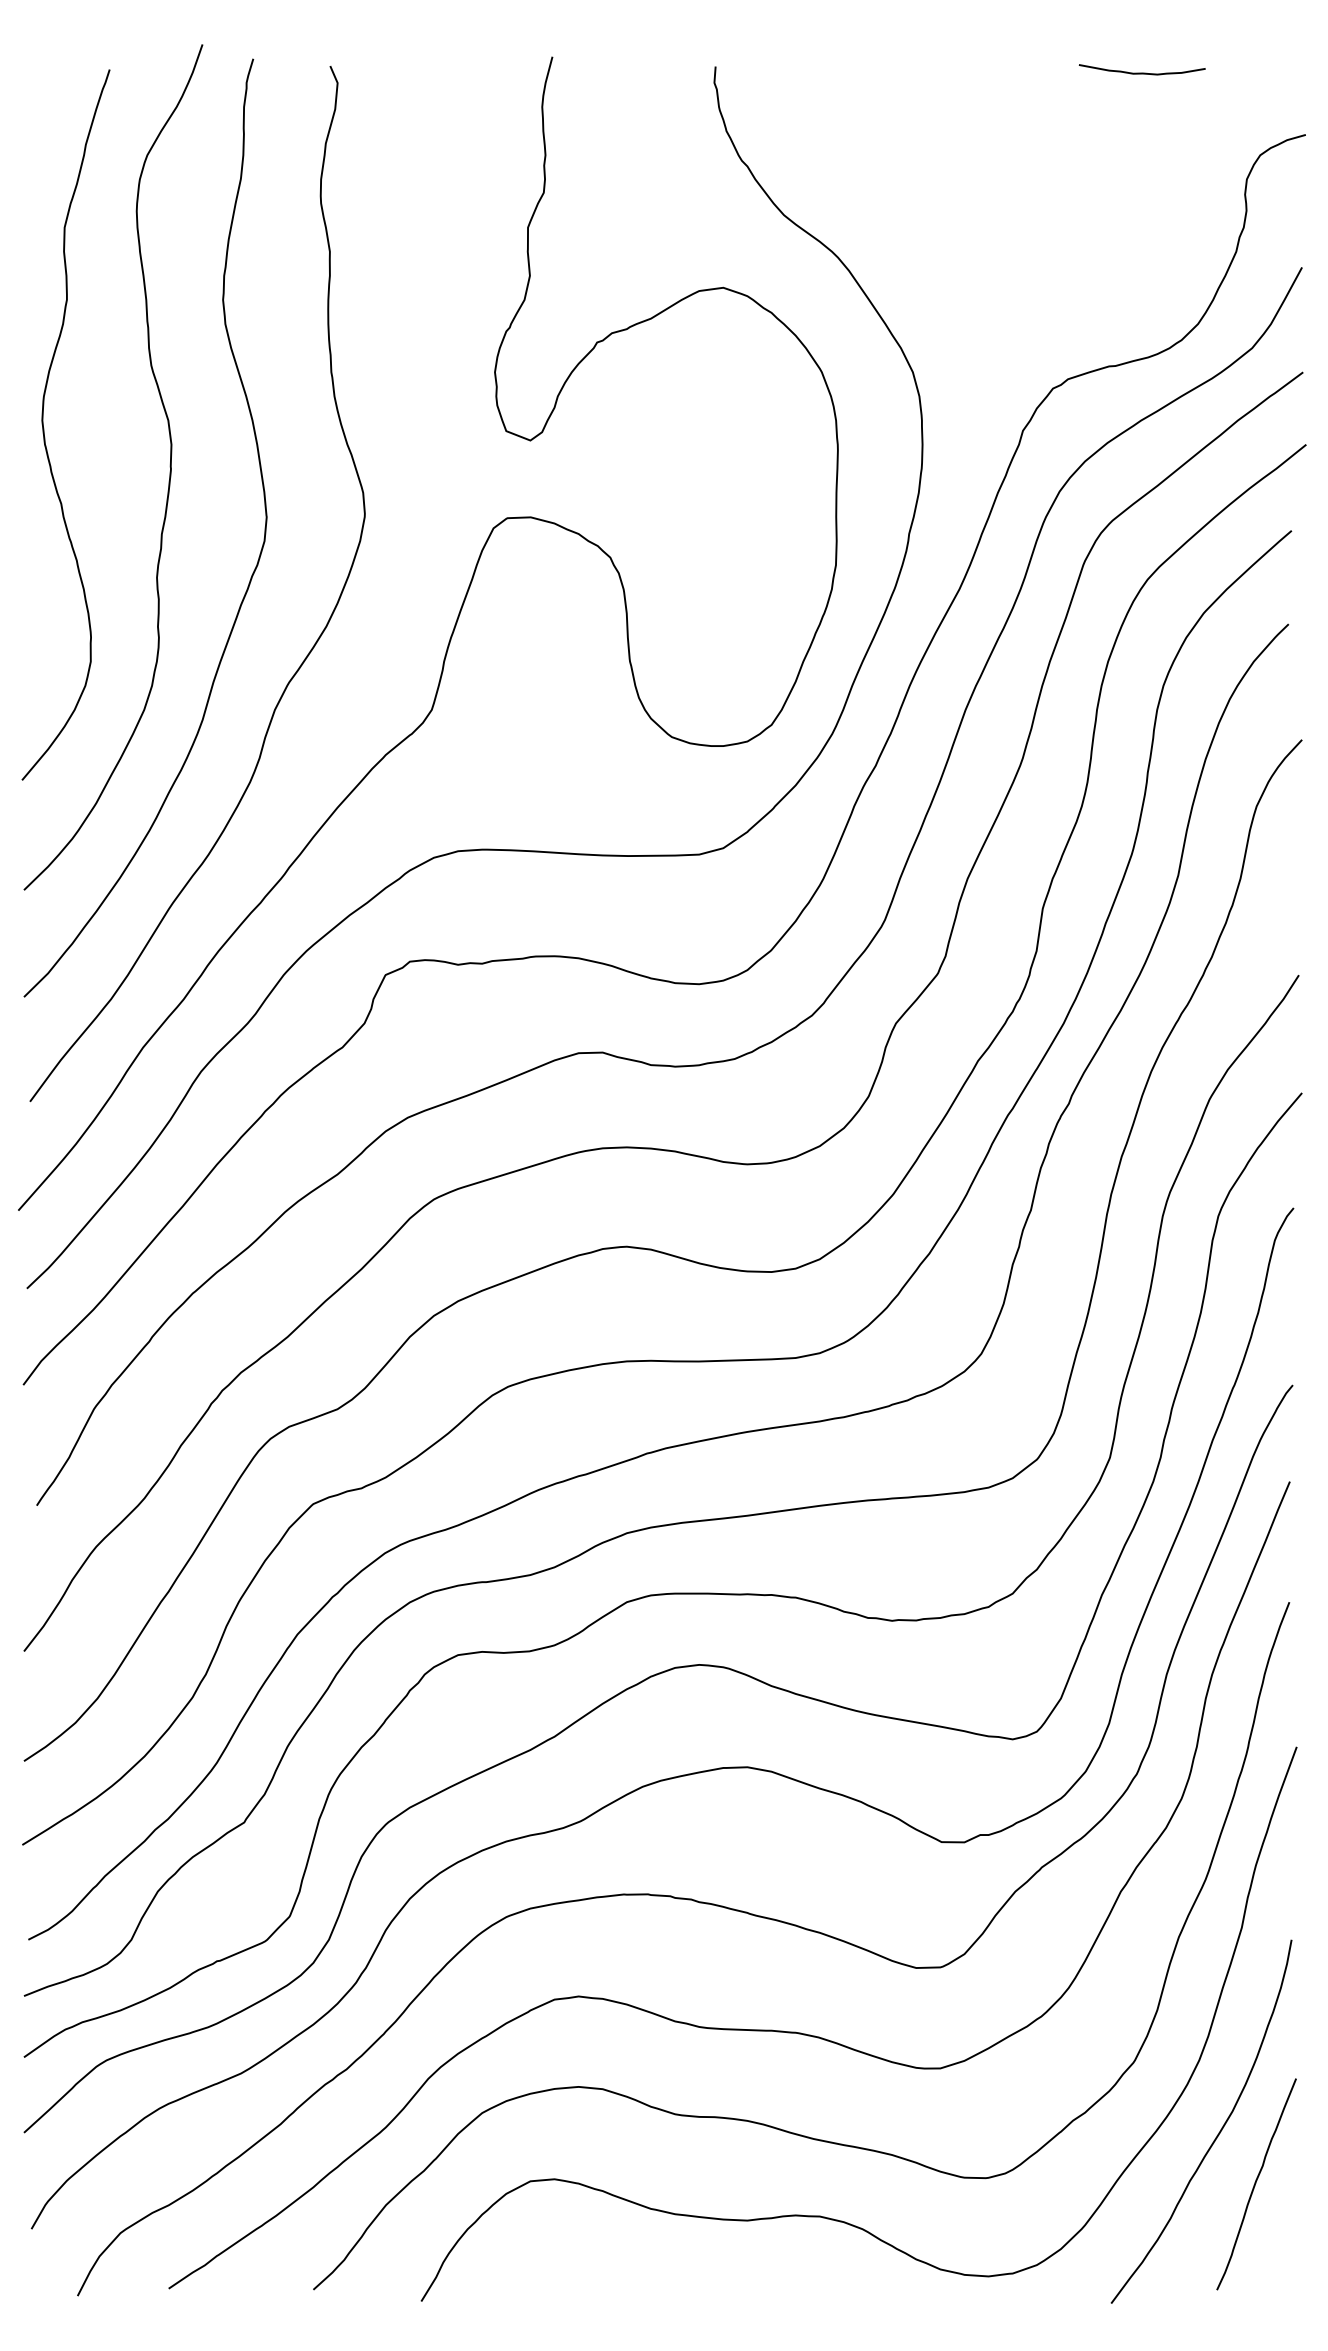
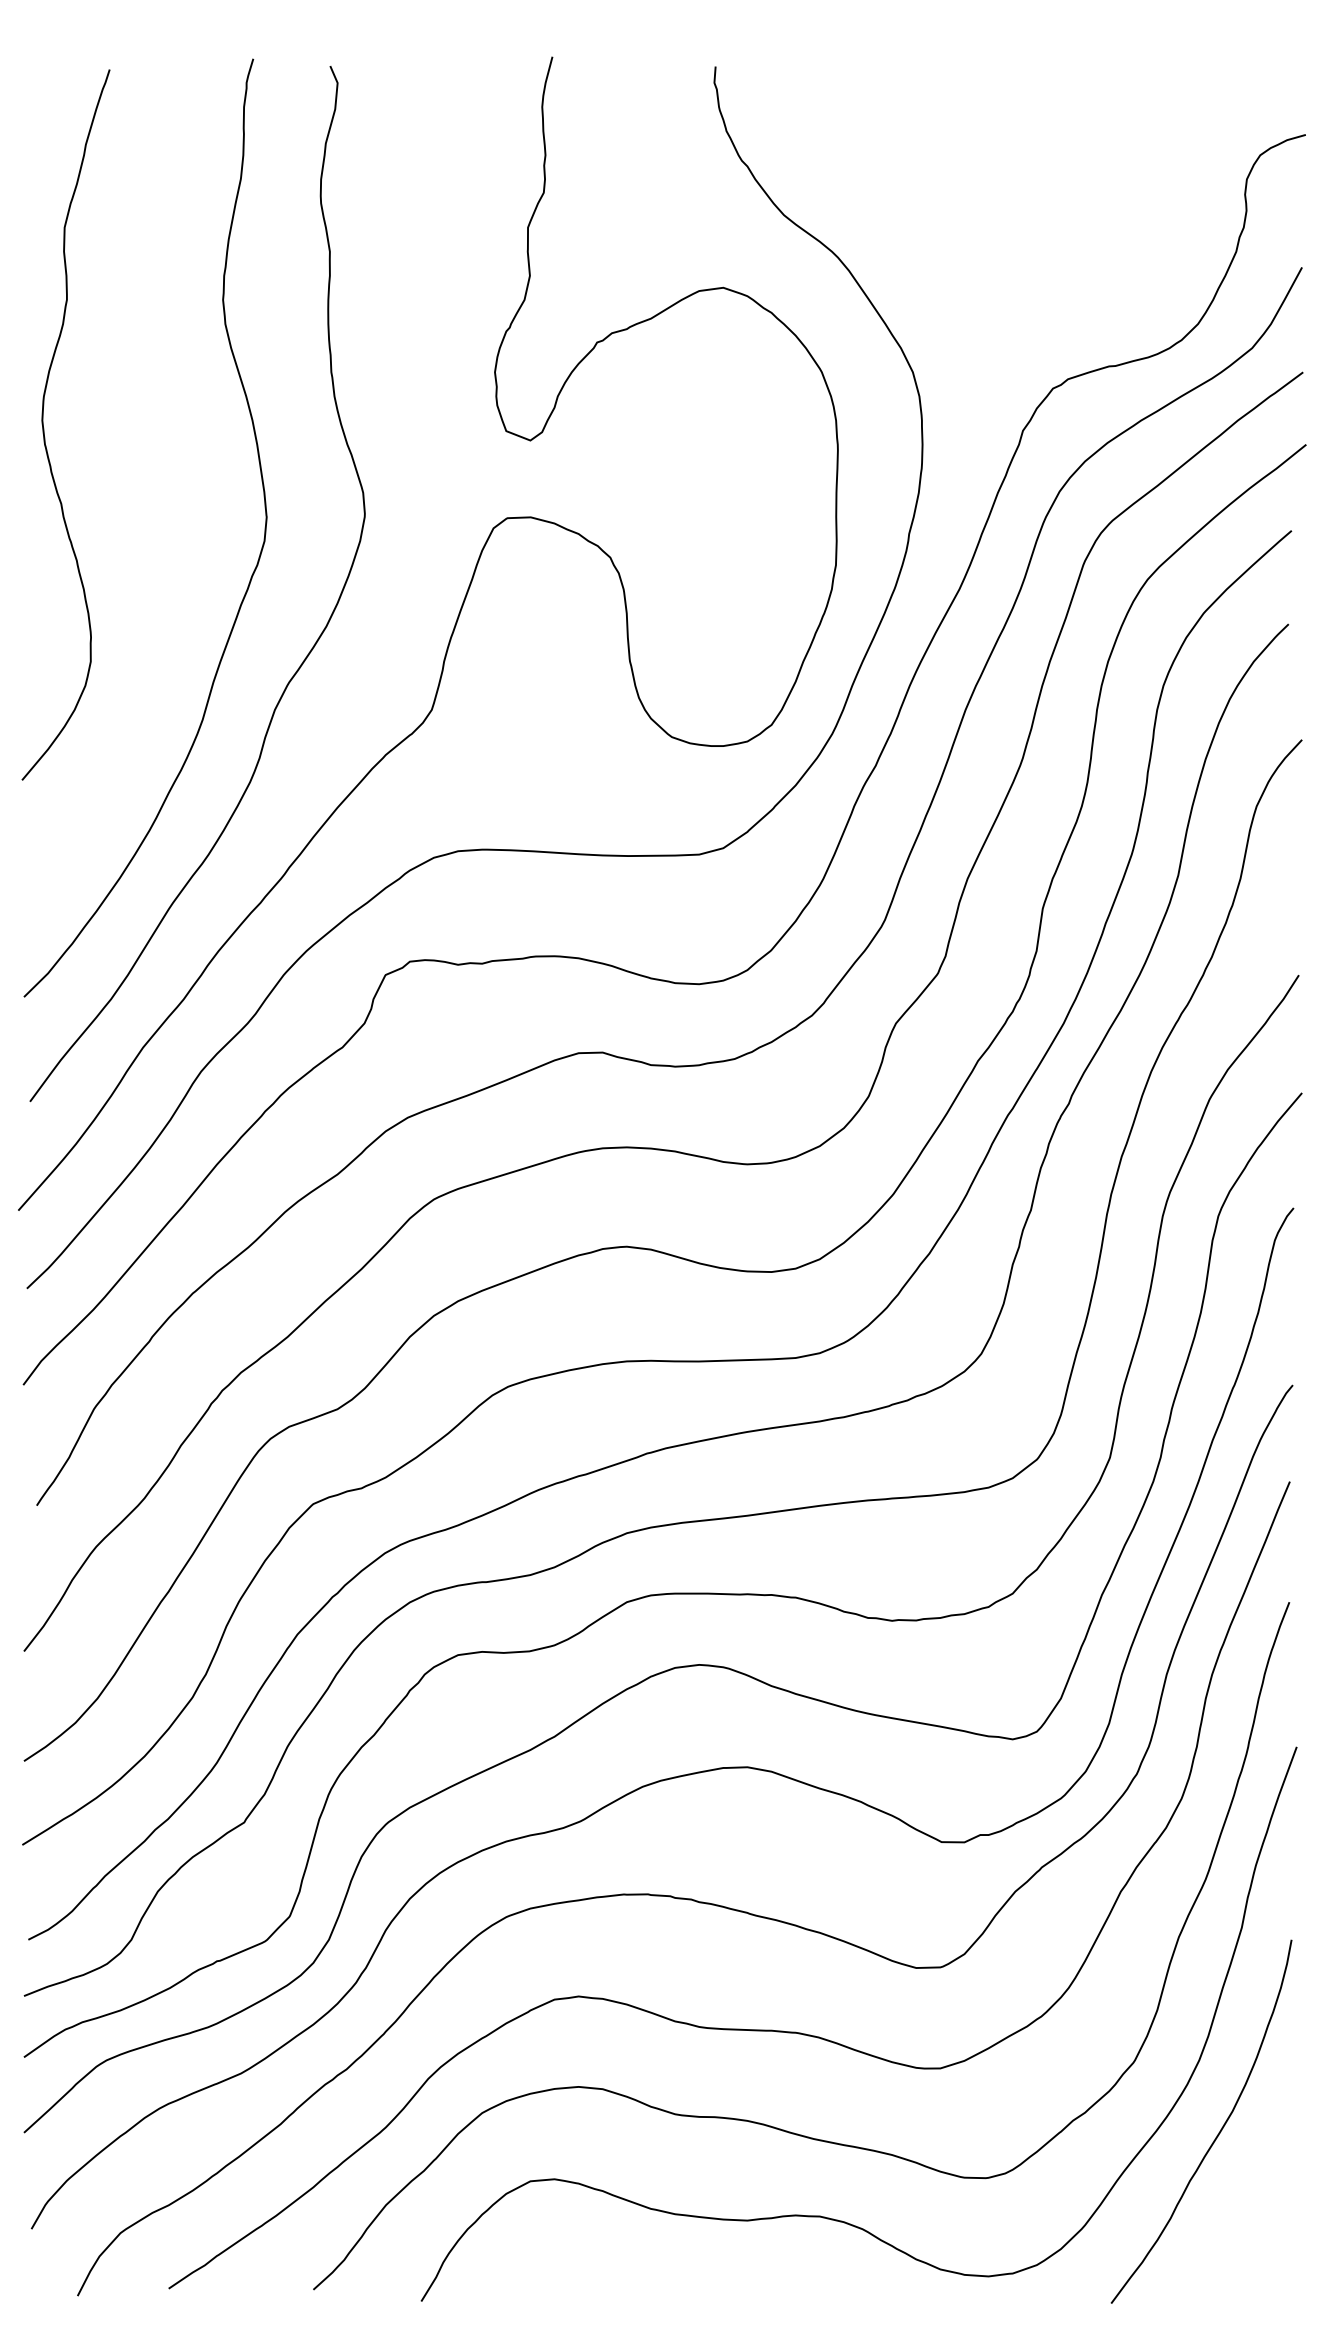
curve at (1141, 72): present -> none
curve at (169, 466): present -> none
curve at (1256, 2183): present -> none
